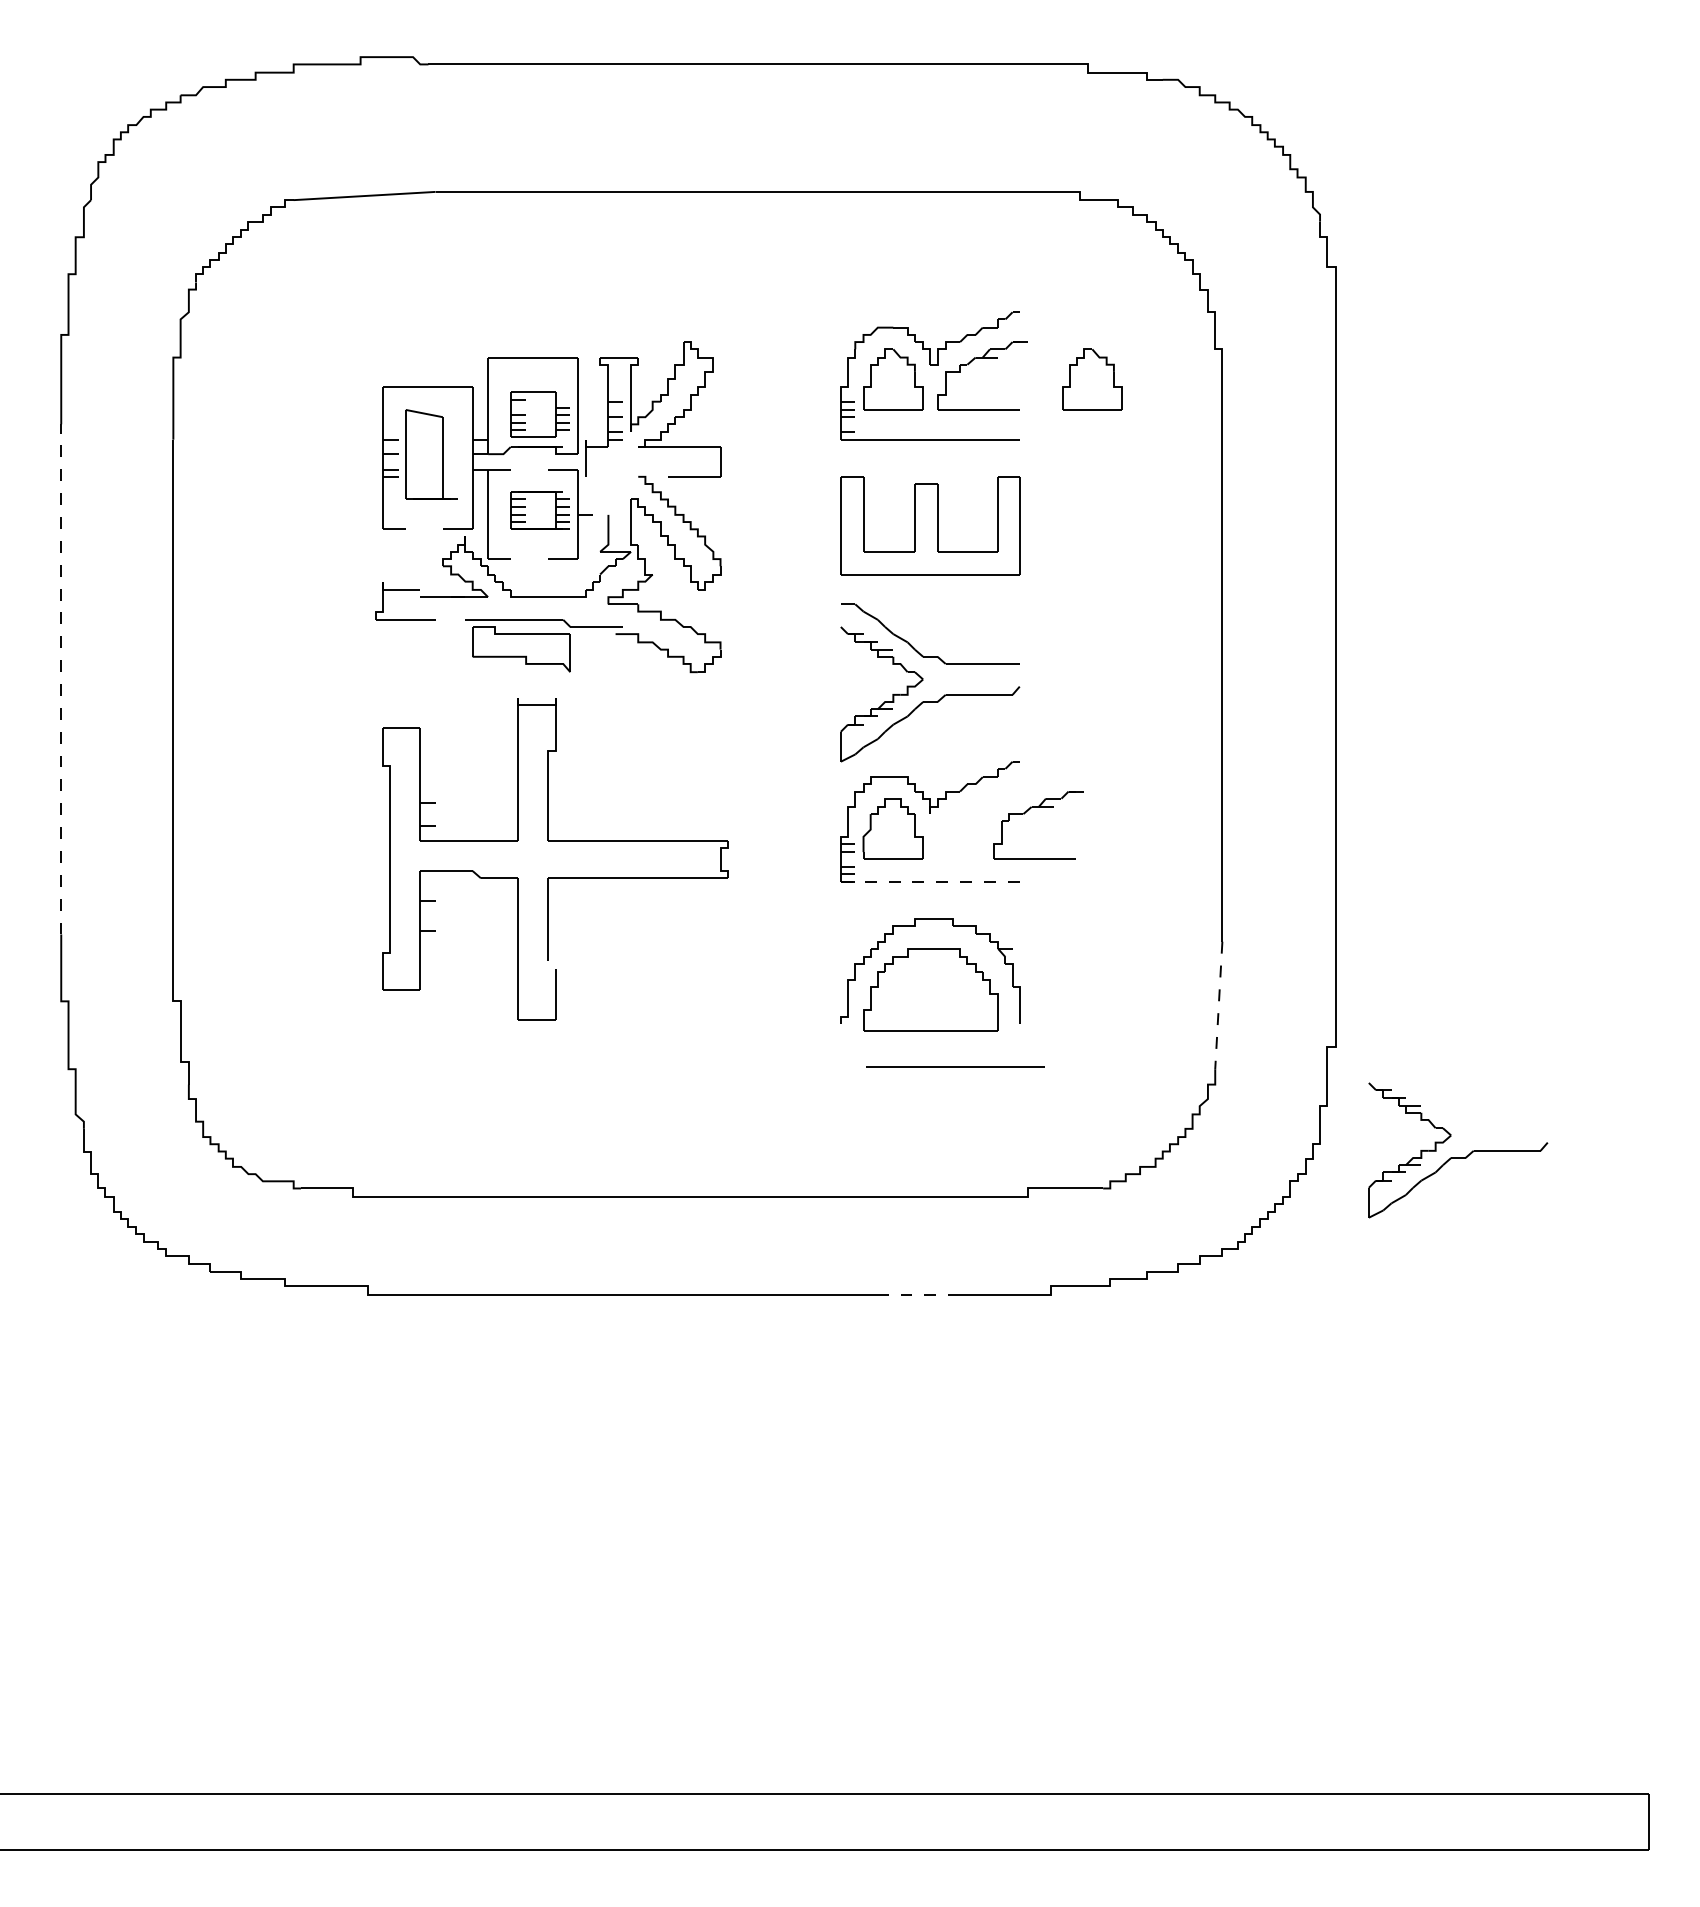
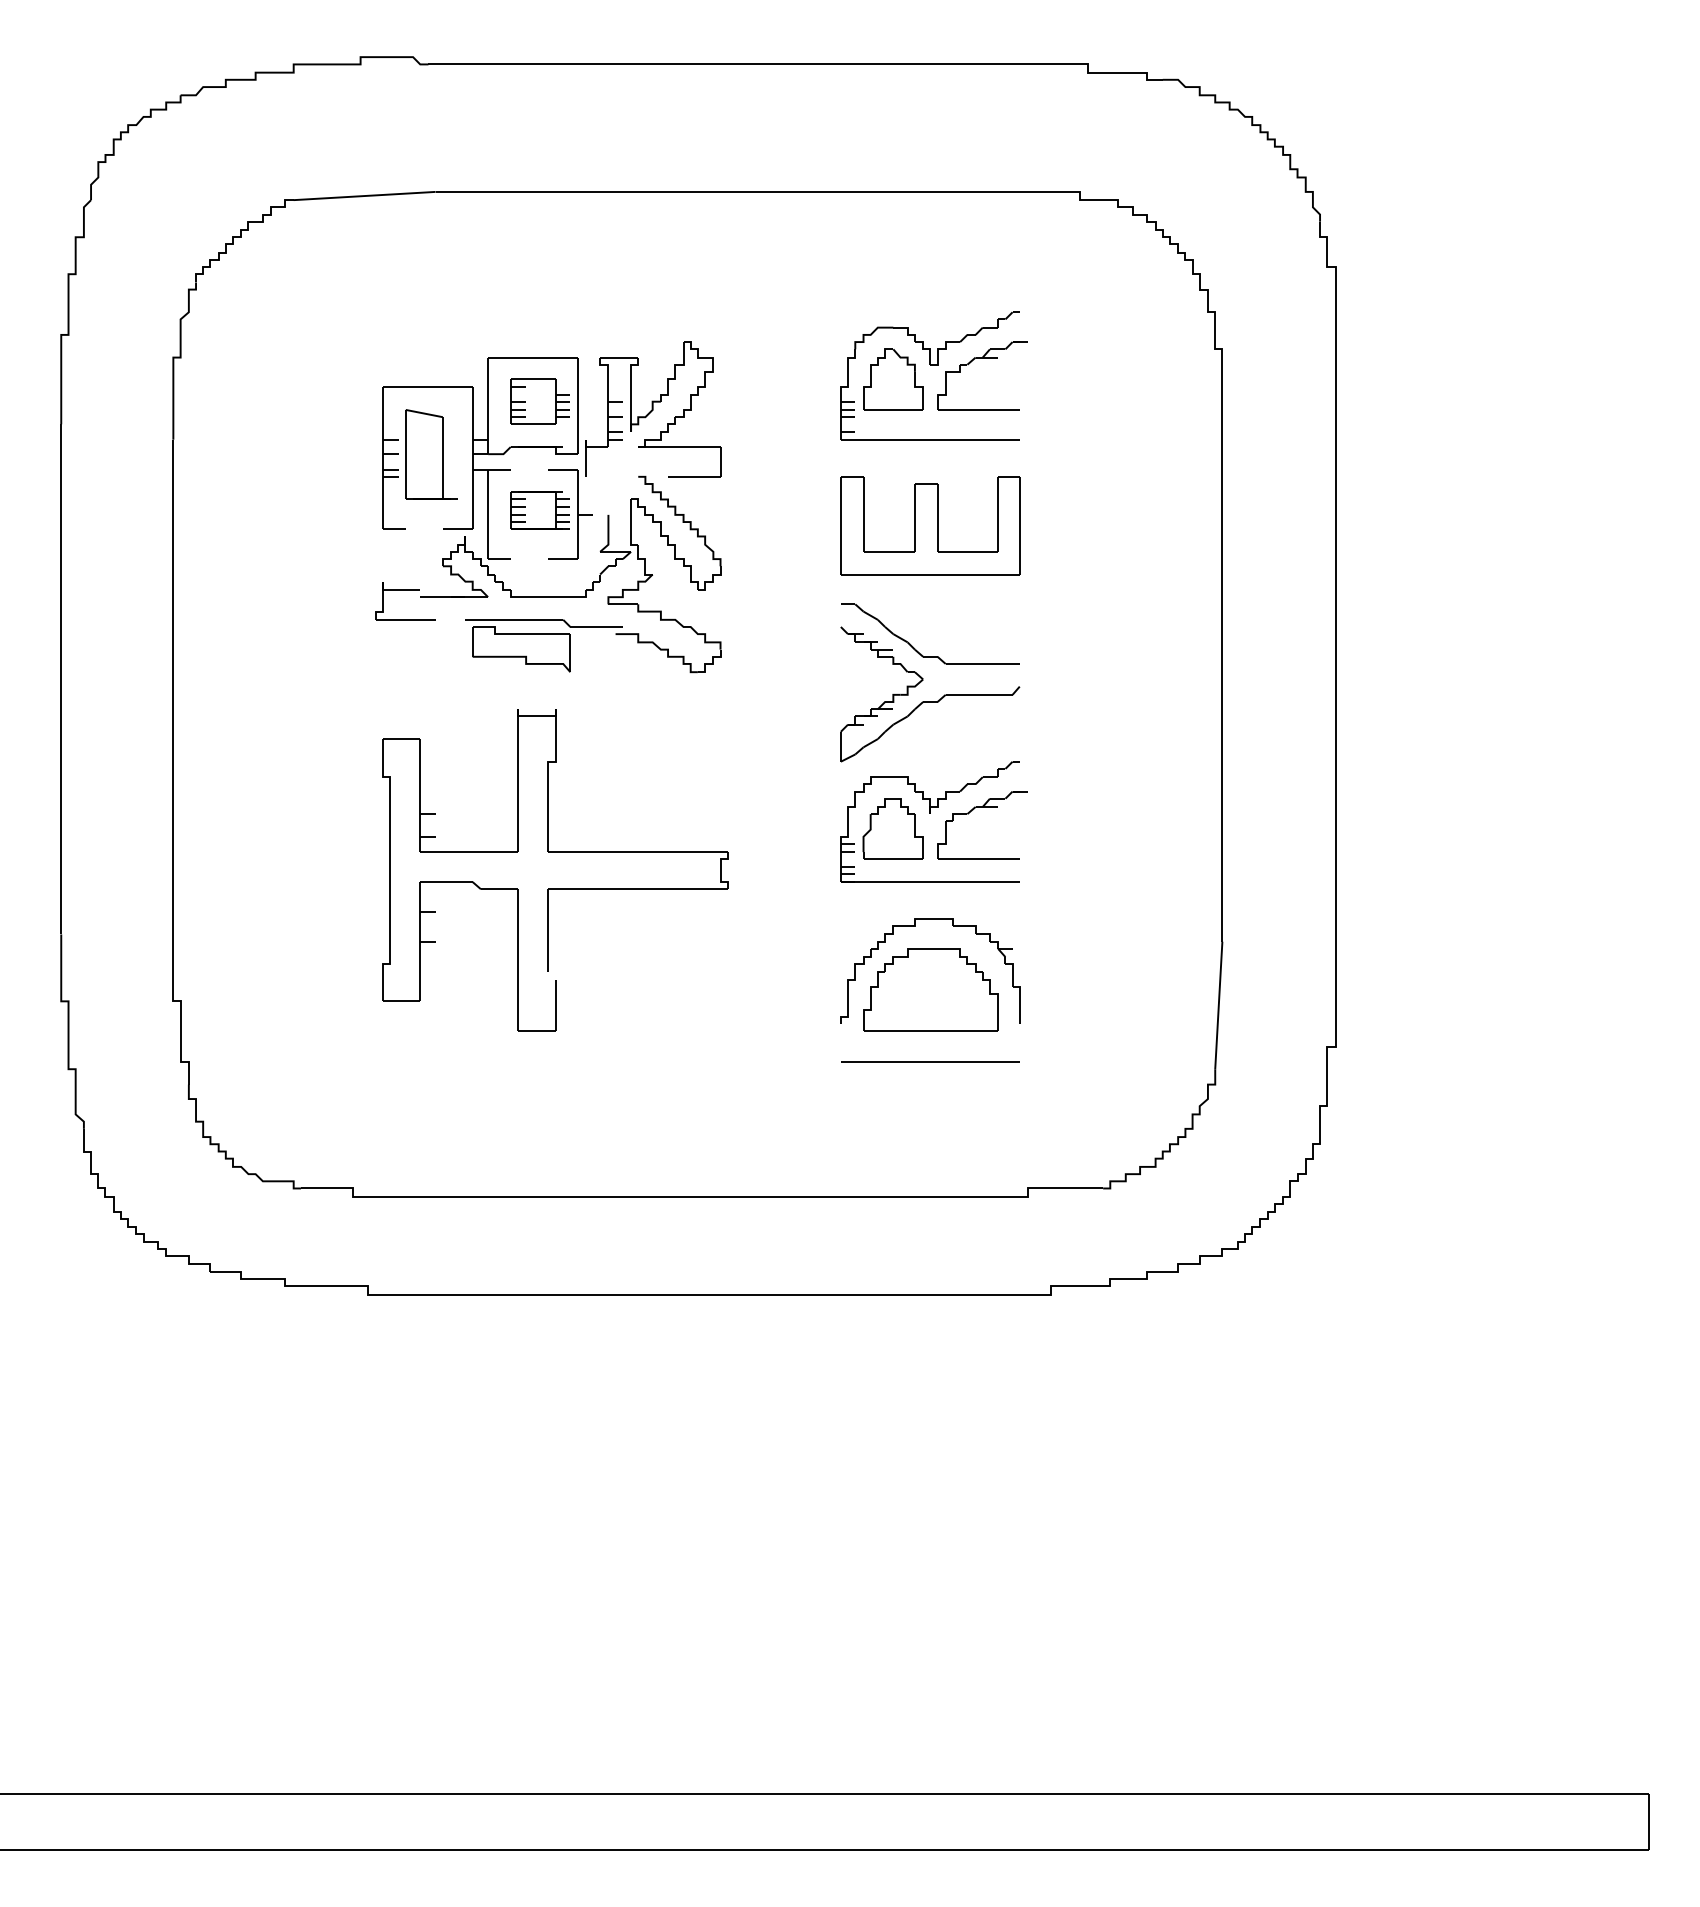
part at (1092, 379): present -> none
part at (539, 414) position: (539, 414) -> (539, 401)
line at (61, 678): dashed -> solid
part at (1029, 810) position: (1029, 810) -> (973, 810)
part at (555, 841) position: (555, 841) -> (555, 852)
line at (930, 882): dashed -> solid
line at (1218, 1005): dashed -> solid
line at (955, 1066) position: (955, 1066) -> (930, 1061)
part at (1458, 1157): present -> none
line at (918, 1294): dashed -> solid
